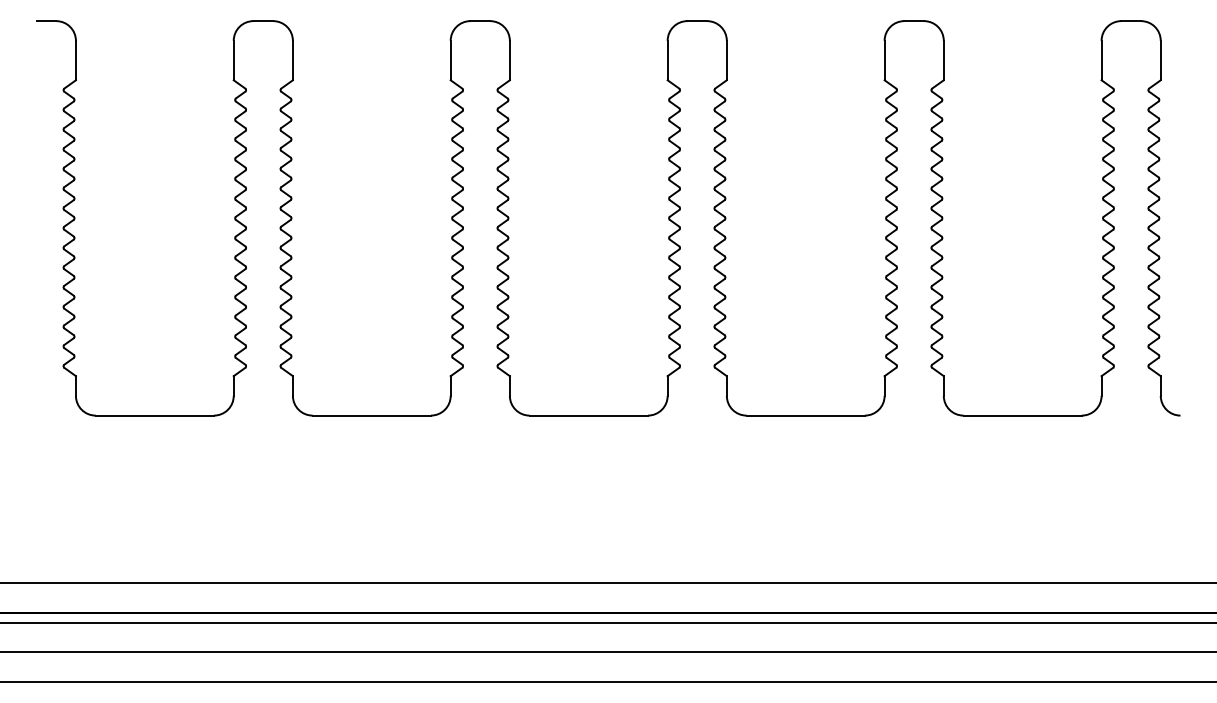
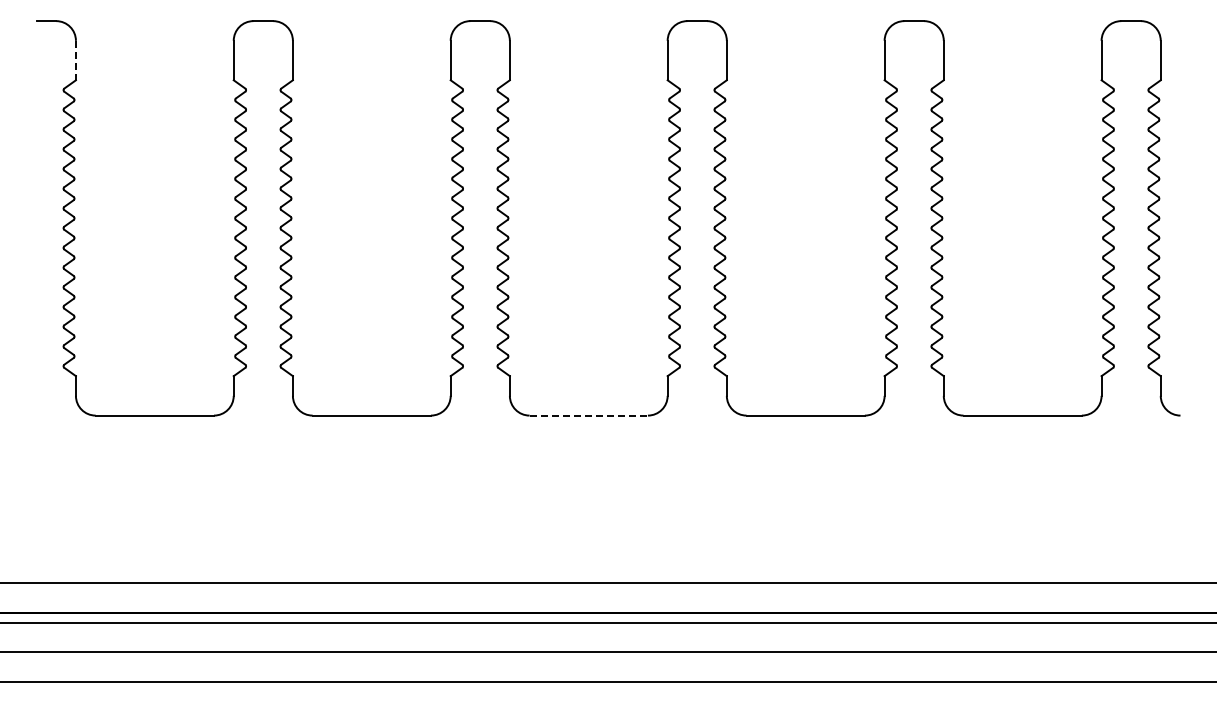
line at (75, 60): solid -> dashed
line at (589, 415): solid -> dashed
